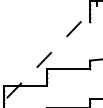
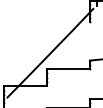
arc at (50, 53): dashed -> solid
